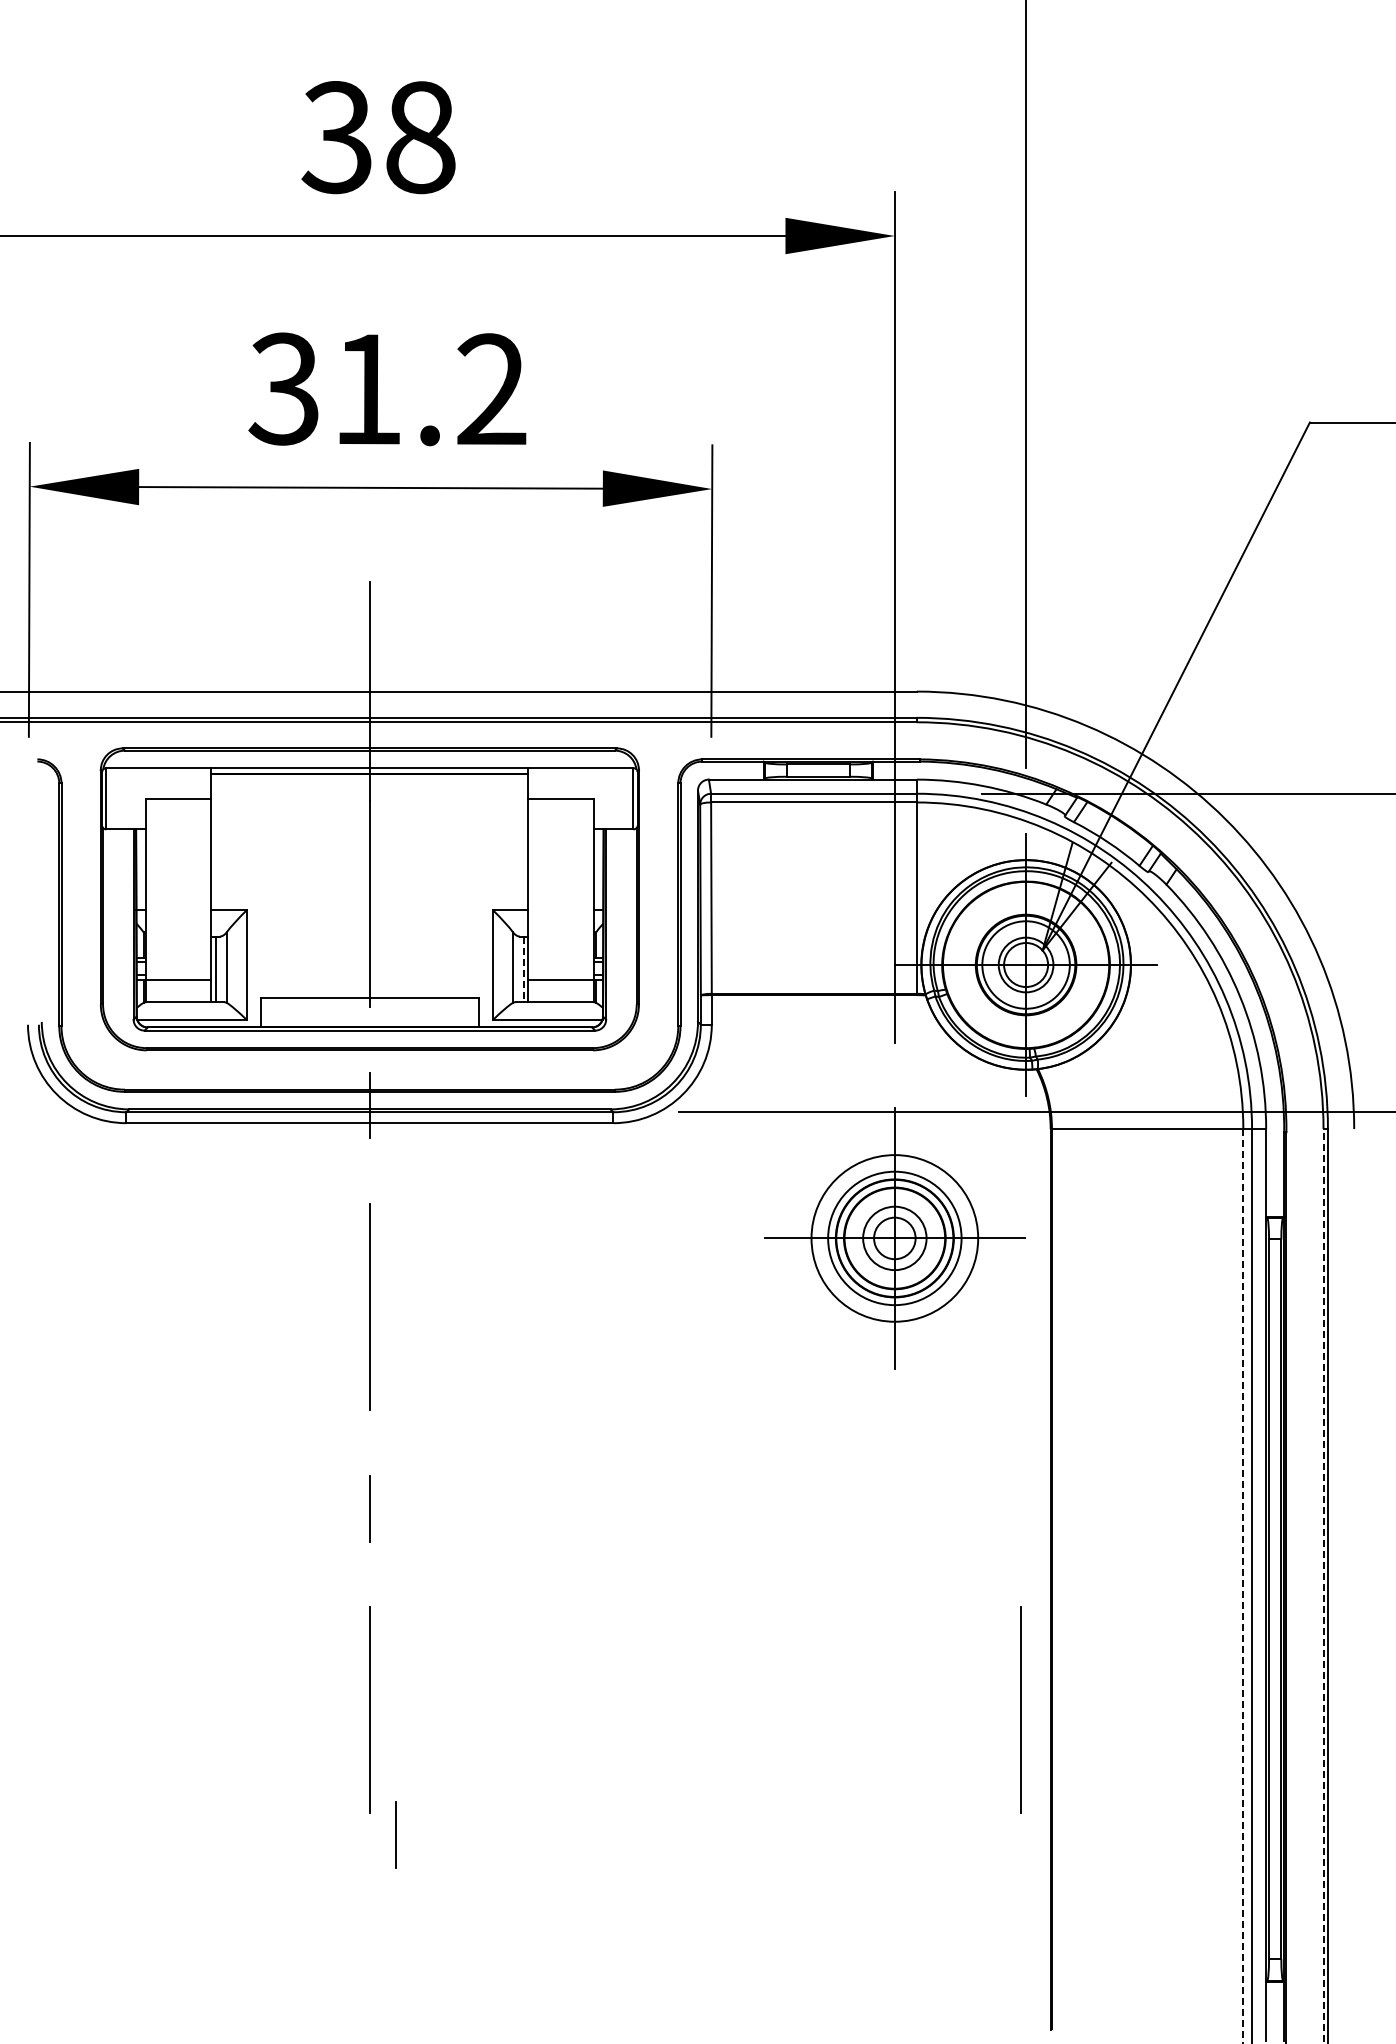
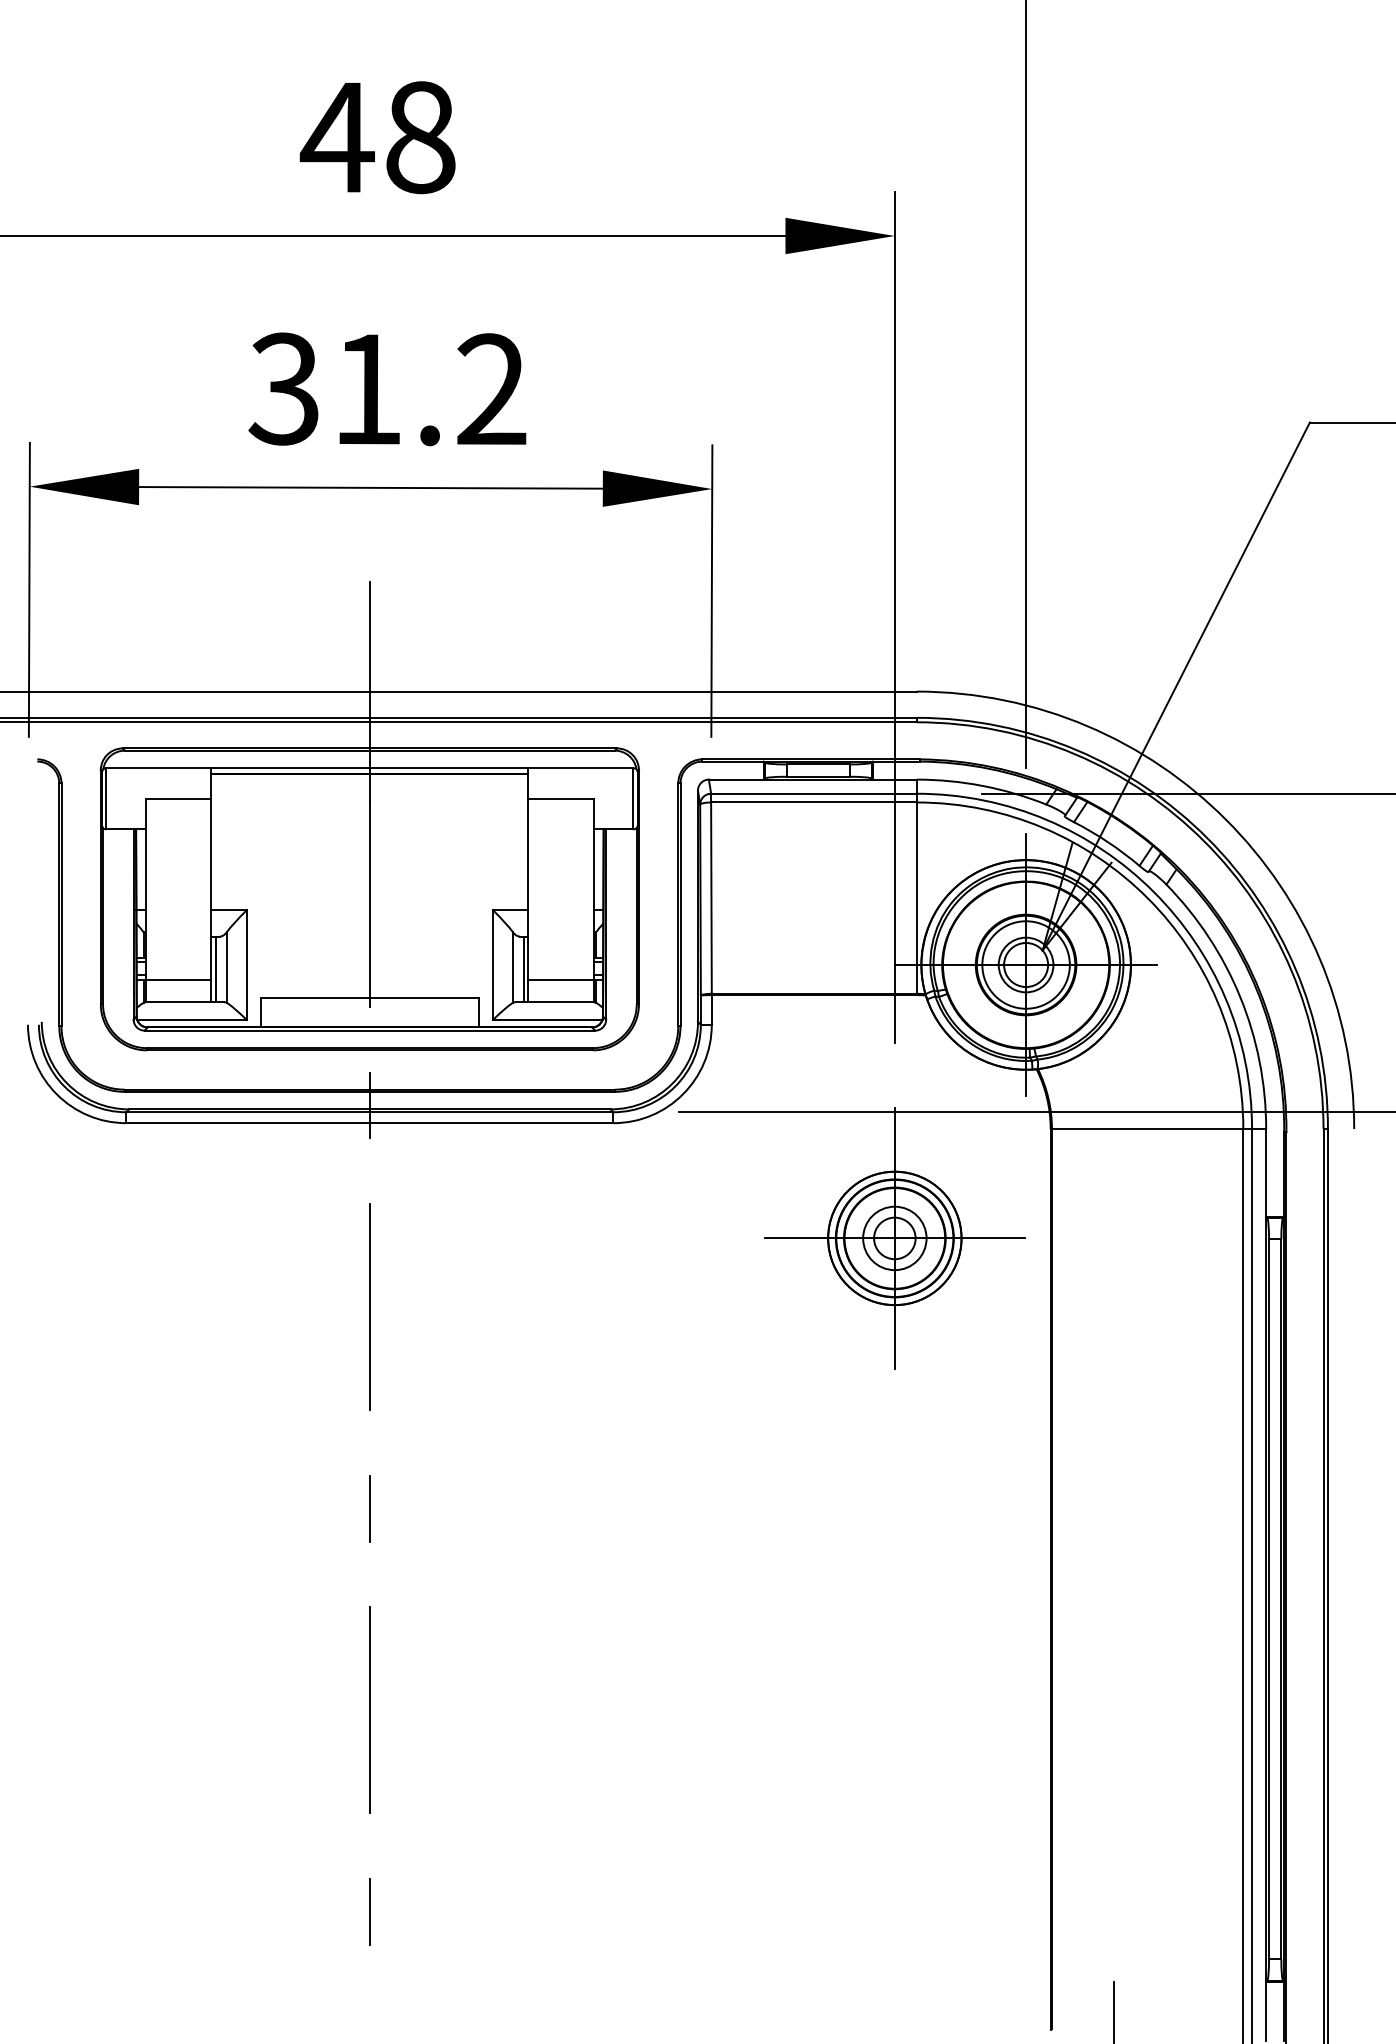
text at (336, 137): 38 -> 48
line at (523, 969): dashed -> solid
circle at (894, 1238) diameter: 167 px -> 133 px
line at (1323, 1585): dashed -> solid
line at (1243, 1586): dashed -> solid
line at (1020, 1709): present -> none
line at (395, 1834) position: (395, 1834) -> (369, 1911)
line at (1113, 2010): none -> present
